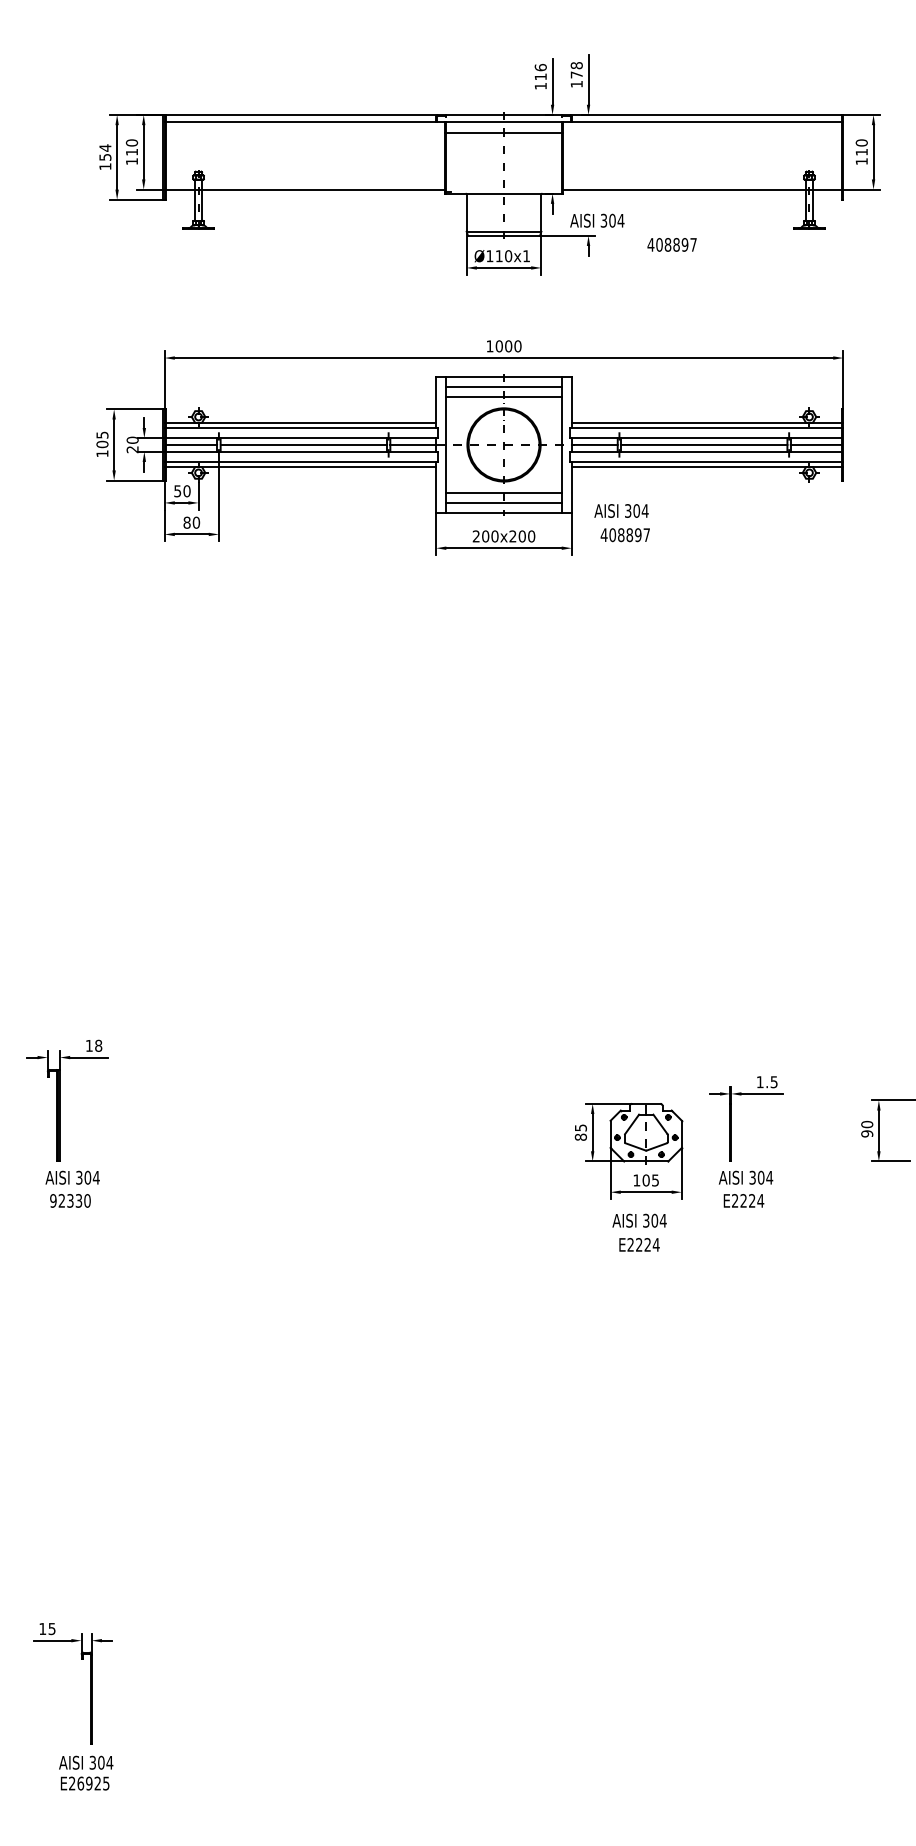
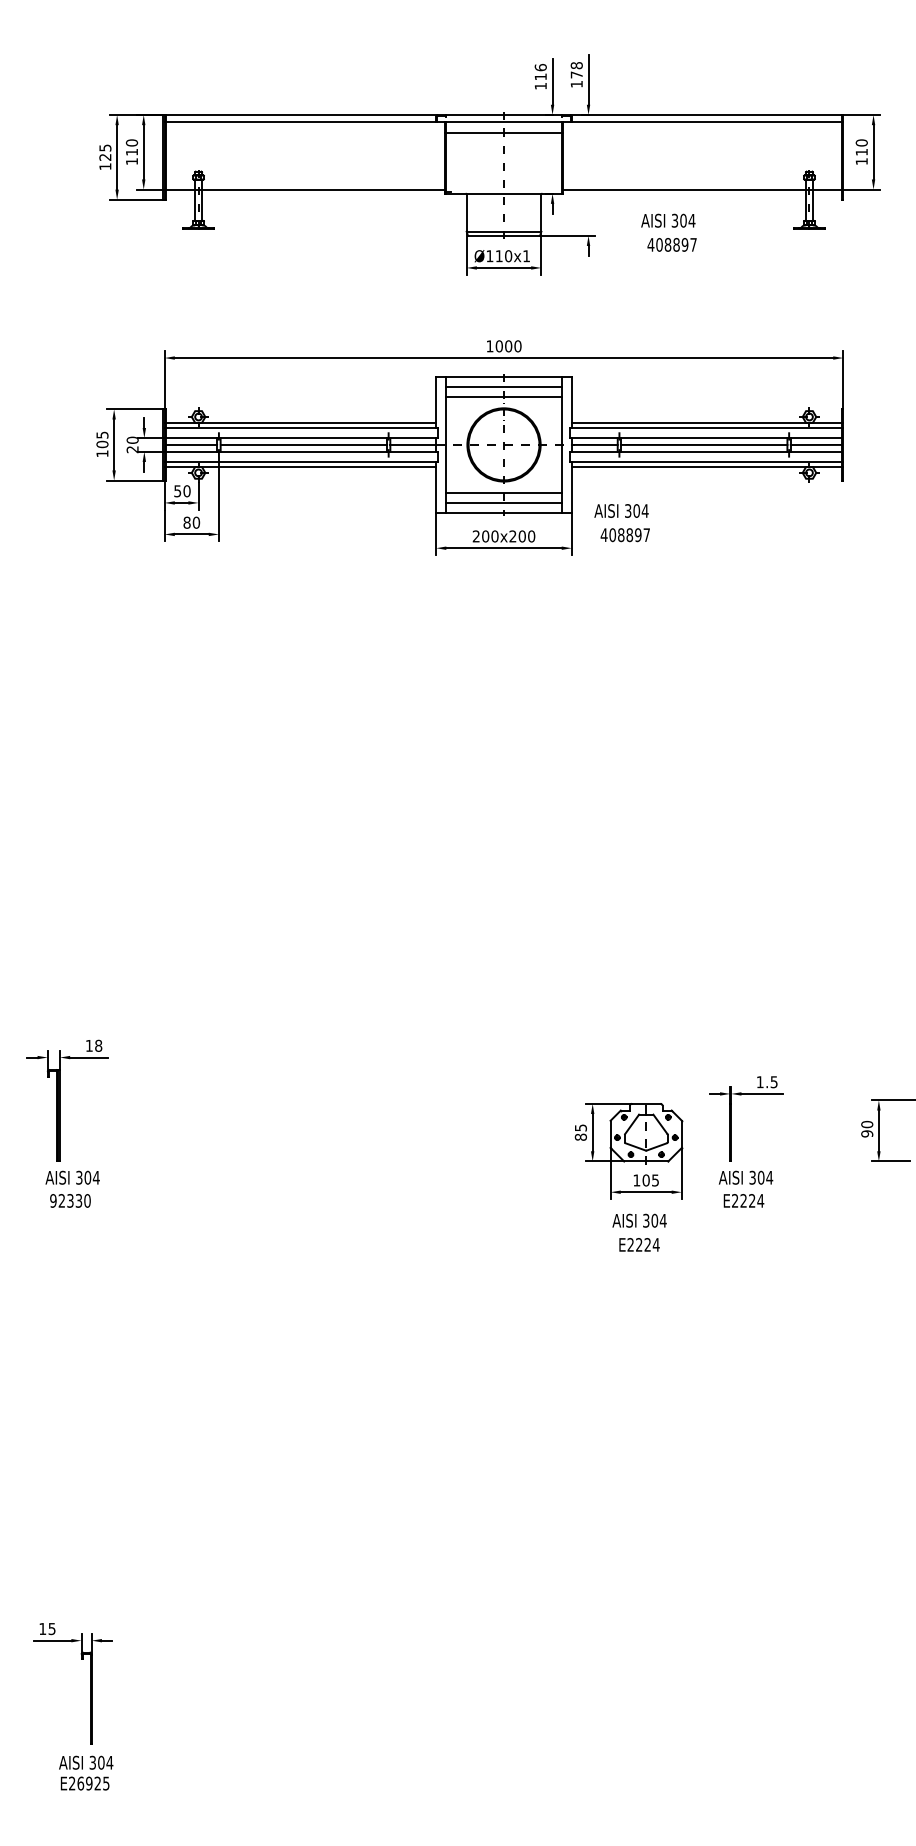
text at (105, 152): 154 -> 125
text at (597, 220) position: (597, 220) -> (668, 220)
